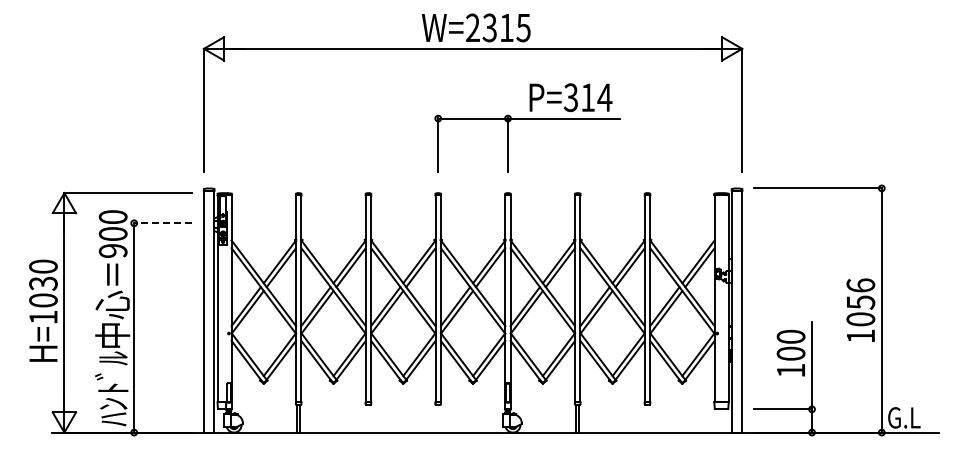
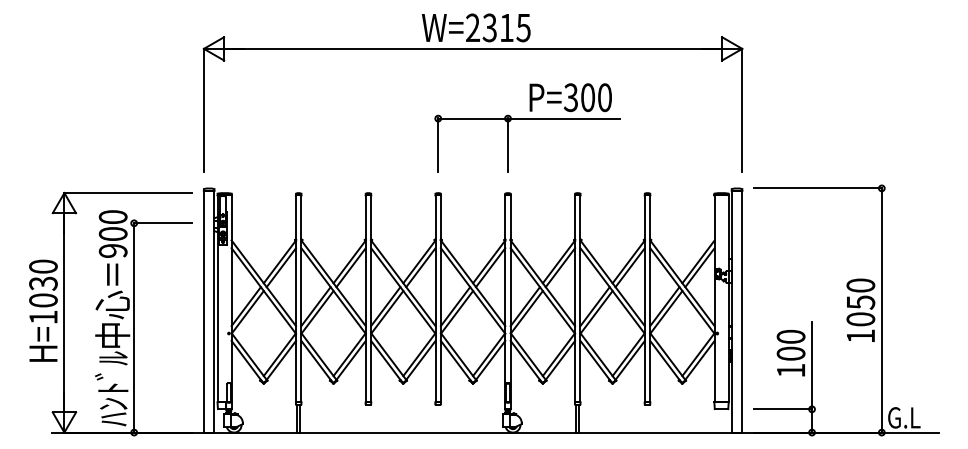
text at (596, 97): P=314 -> P=300
line at (162, 223): dashed -> solid
text at (860, 285): 1056 -> 1050
